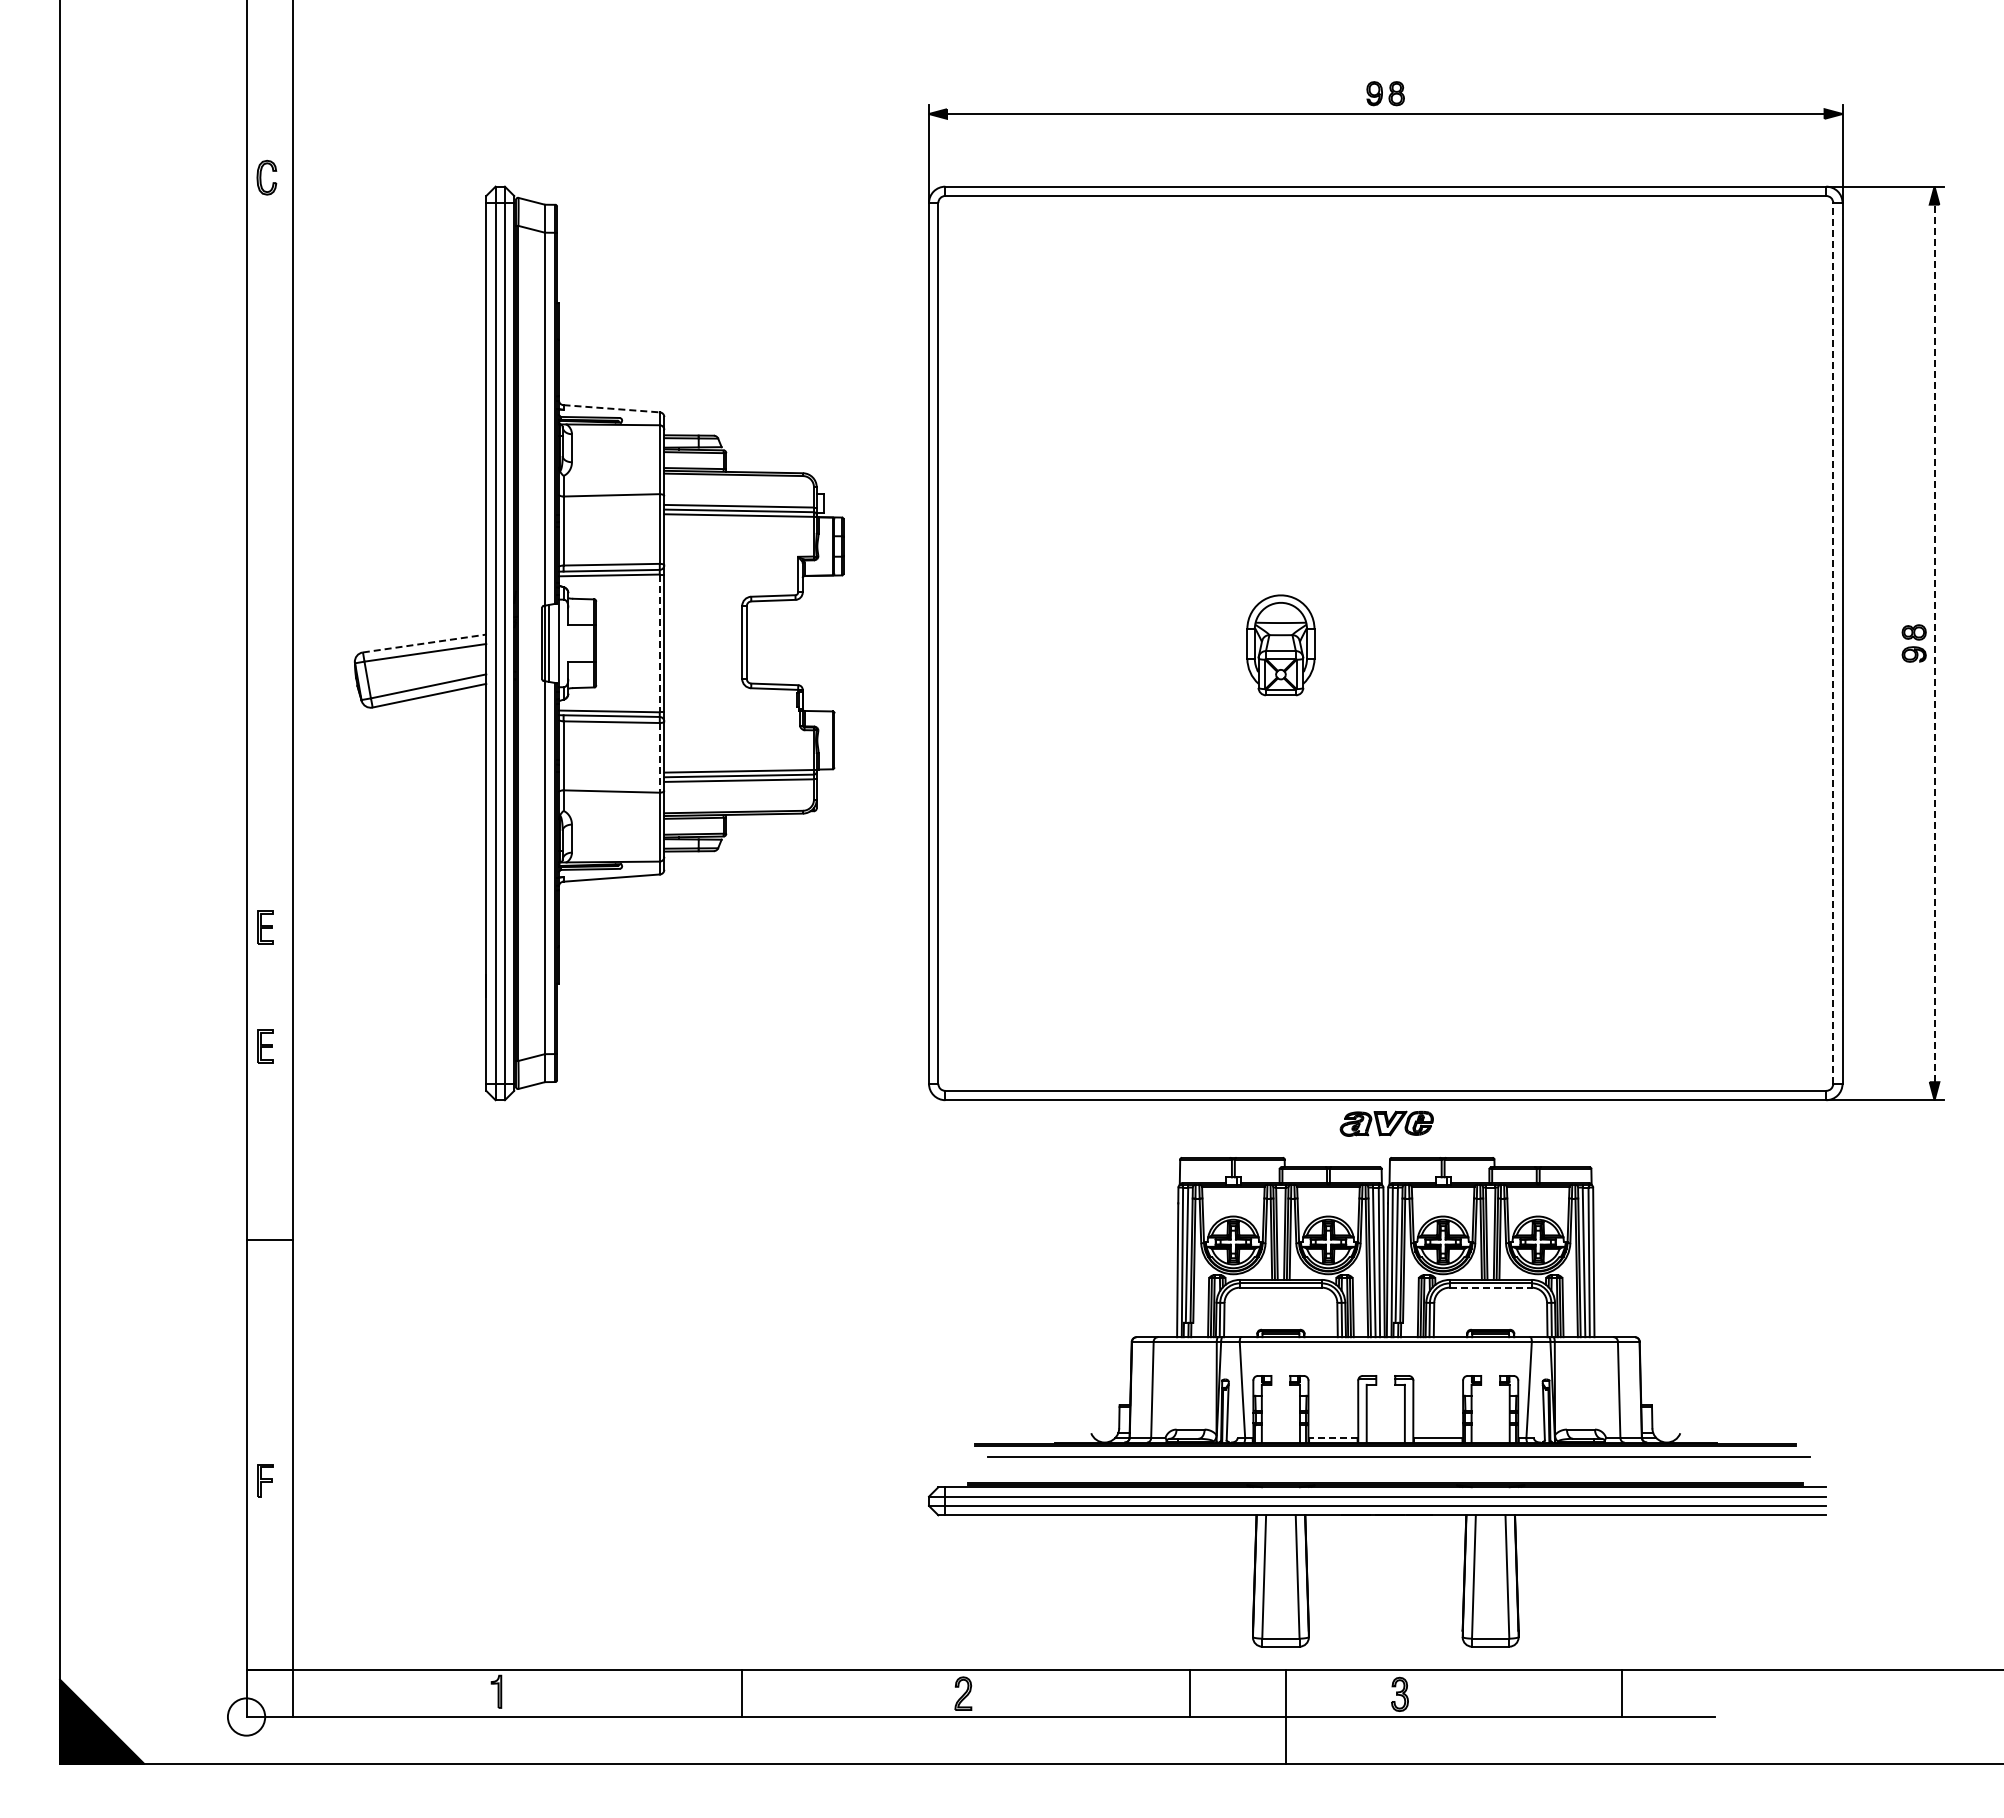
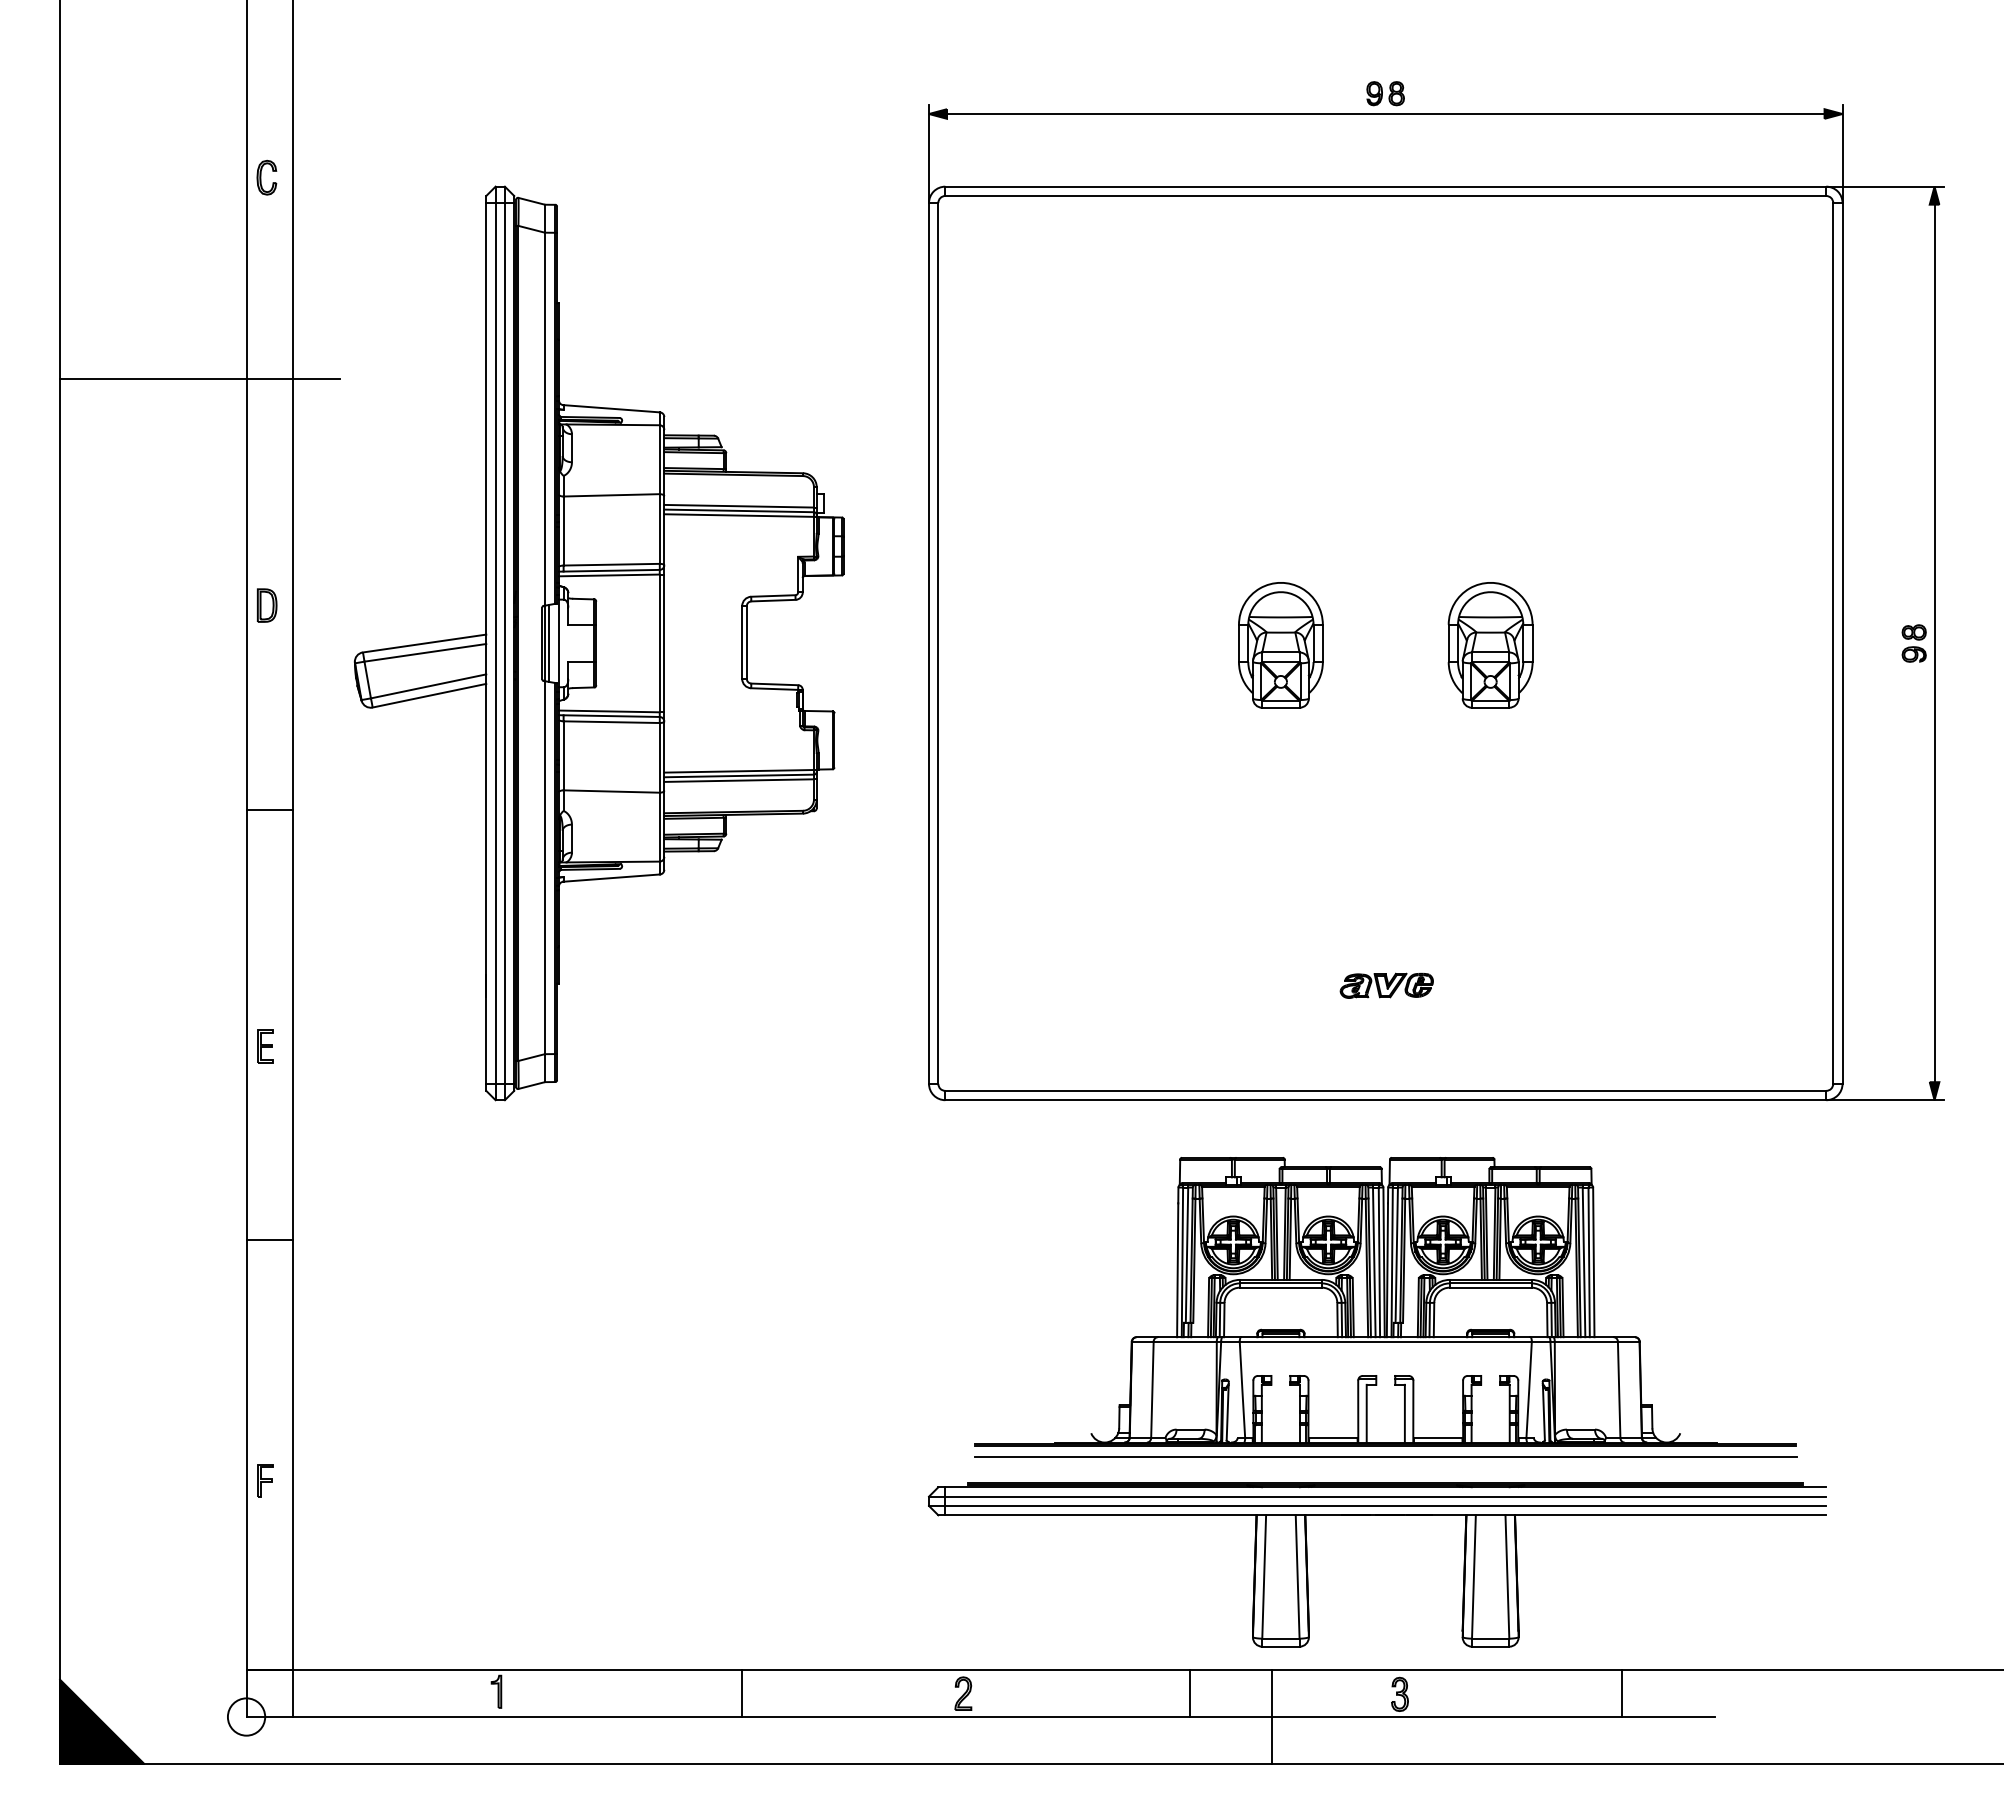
line at (199, 379): none -> present
line at (612, 408): dashed -> solid
part at (266, 605): none -> present
line at (1833, 642): dashed -> solid
line at (425, 643): dashed -> solid
line at (659, 643): dashed -> solid
line at (1934, 643): dashed -> solid
part at (1280, 645) size: 70x103 px -> 86x127 px
part at (1490, 645): none -> present
line at (659, 757): dashed -> solid
line at (269, 809): none -> present
part at (265, 927): present -> none
part at (1386, 1123) position: (1386, 1123) -> (1386, 985)
line at (1490, 1287): dashed -> solid
line at (1332, 1438): dashed -> solid
line at (1398, 1456) position: (1398, 1456) -> (1385, 1456)
line at (1285, 1716) position: (1285, 1716) -> (1271, 1716)
